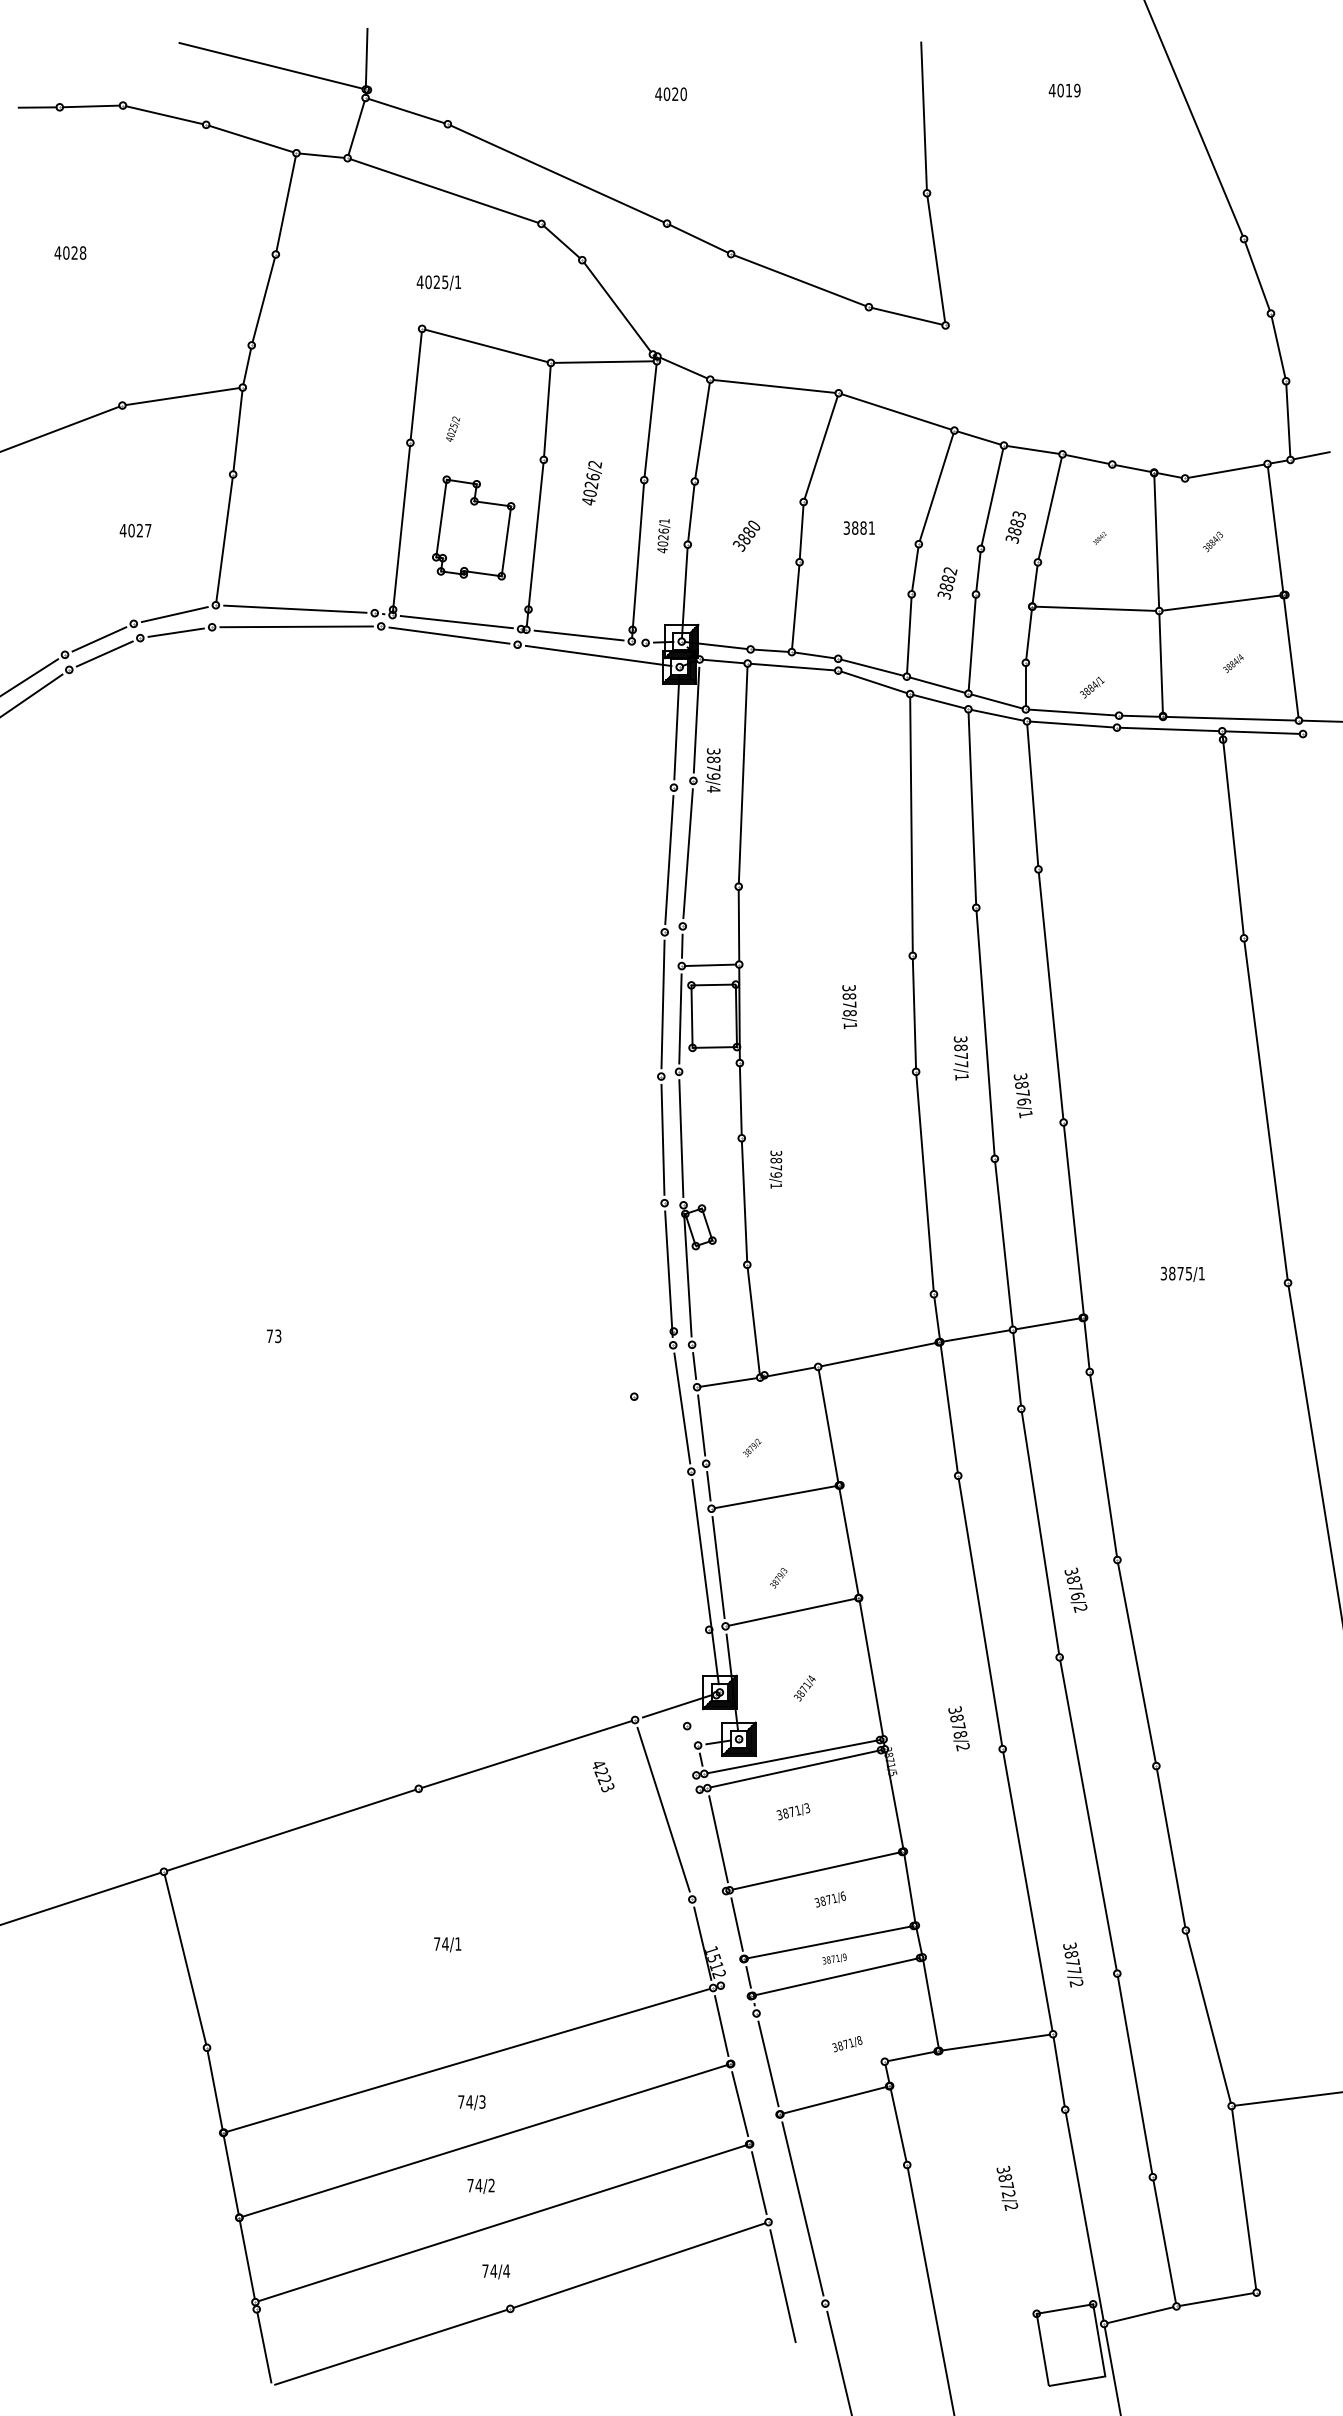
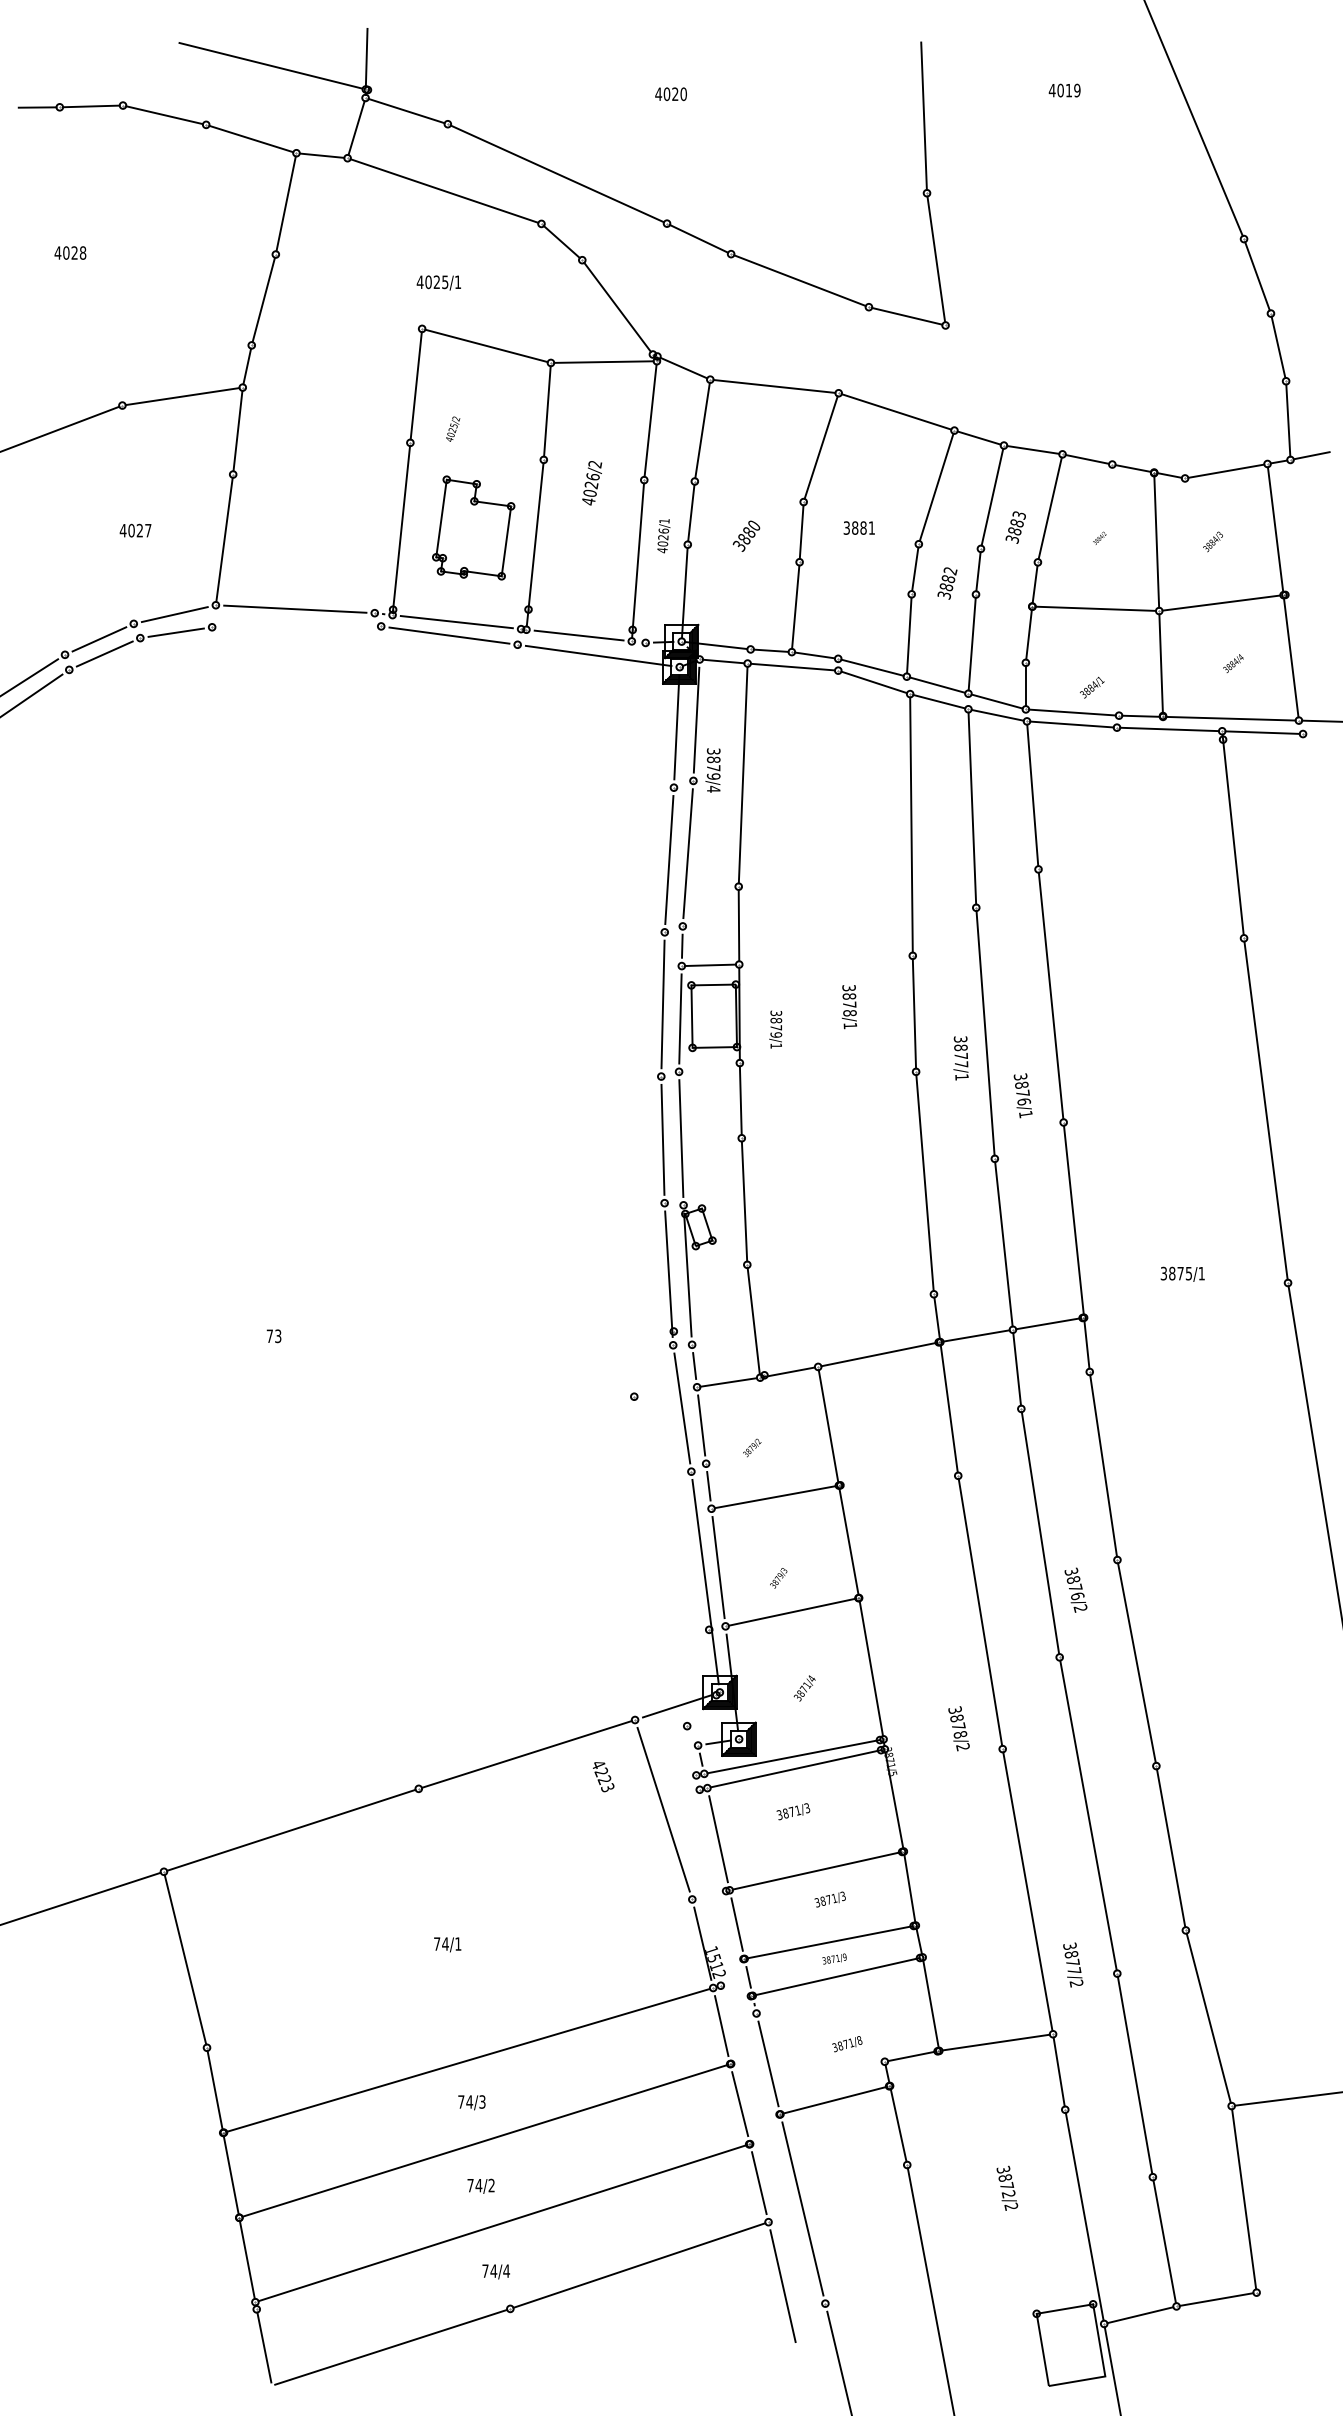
line at (296, 626): present -> none
text at (775, 1169) position: (775, 1169) -> (775, 1029)
text at (842, 1896): 3871/6 -> 3871/3
